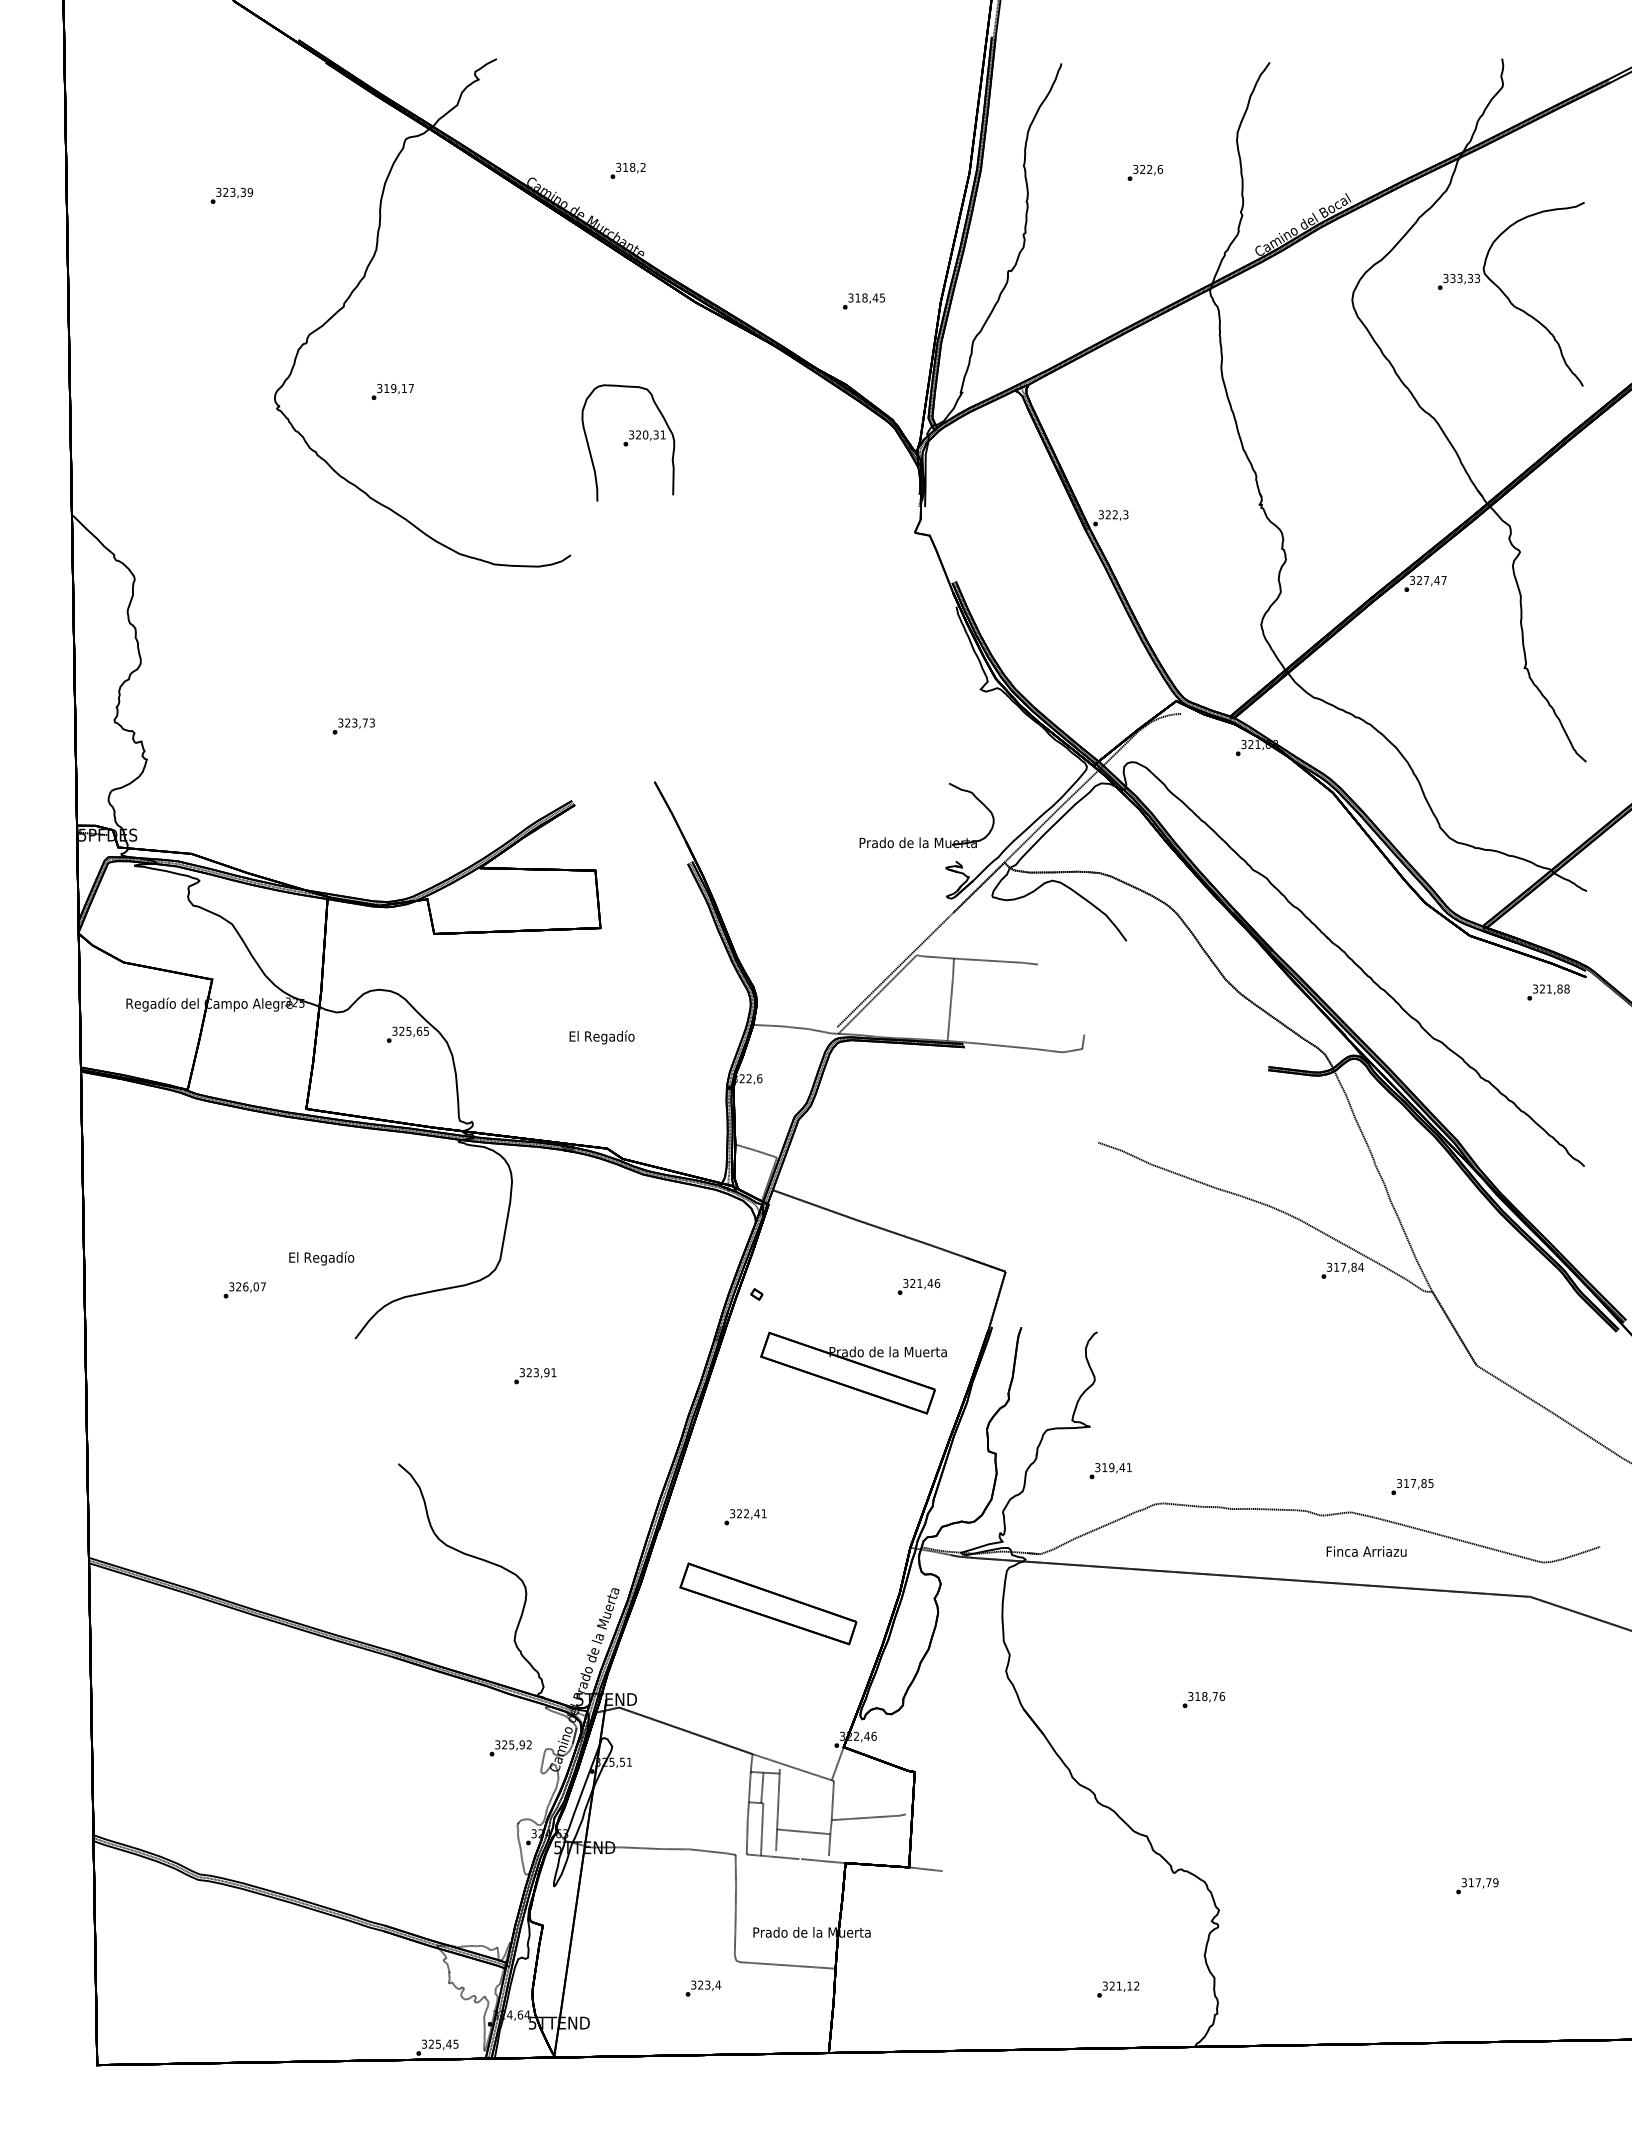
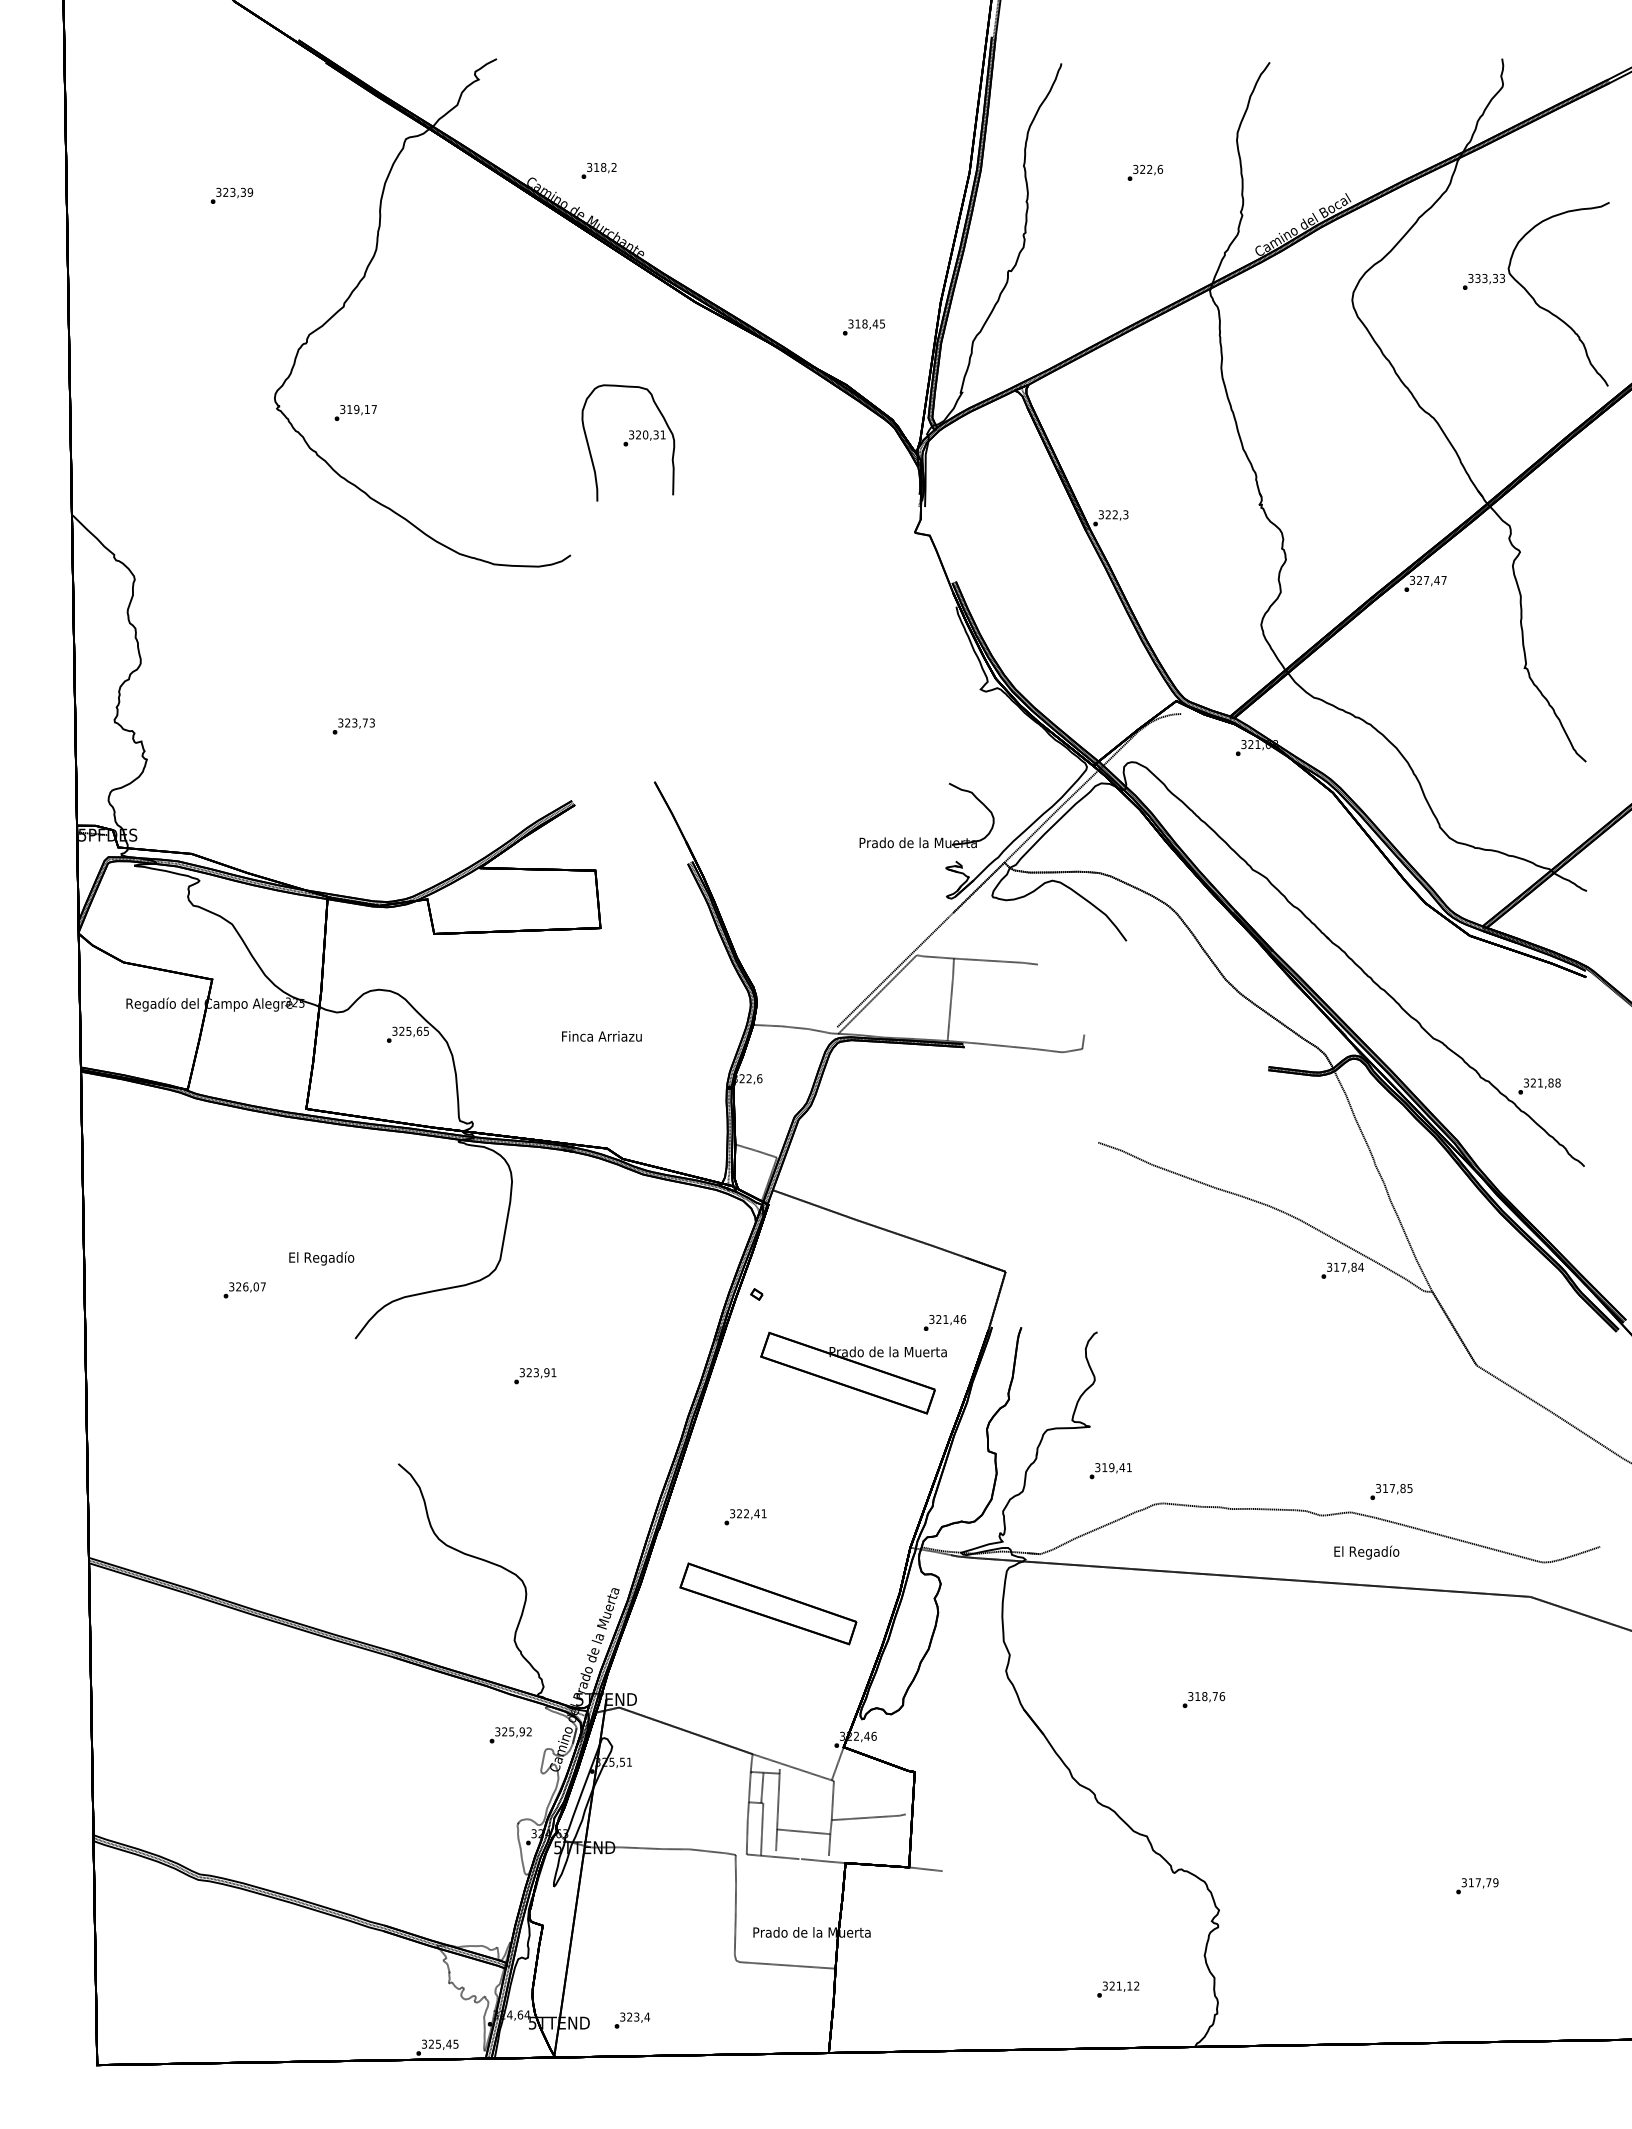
text at (627, 170) position: (627, 170) -> (598, 170)
part at (1511, 294) position: (1511, 294) -> (1536, 294)
text at (863, 301) position: (863, 301) -> (863, 327)
text at (392, 391) position: (392, 391) -> (355, 412)
text at (1548, 992) position: (1548, 992) -> (1539, 1086)
text at (601, 1037): El Regadío -> Finca Arriazu
text at (918, 1286) position: (918, 1286) -> (944, 1322)
text at (1412, 1486) position: (1412, 1486) -> (1391, 1491)
text at (1366, 1552): Finca Arriazu -> El Regadío
text at (510, 1748) position: (510, 1748) -> (510, 1735)
text at (702, 1988) position: (702, 1988) -> (631, 2020)
